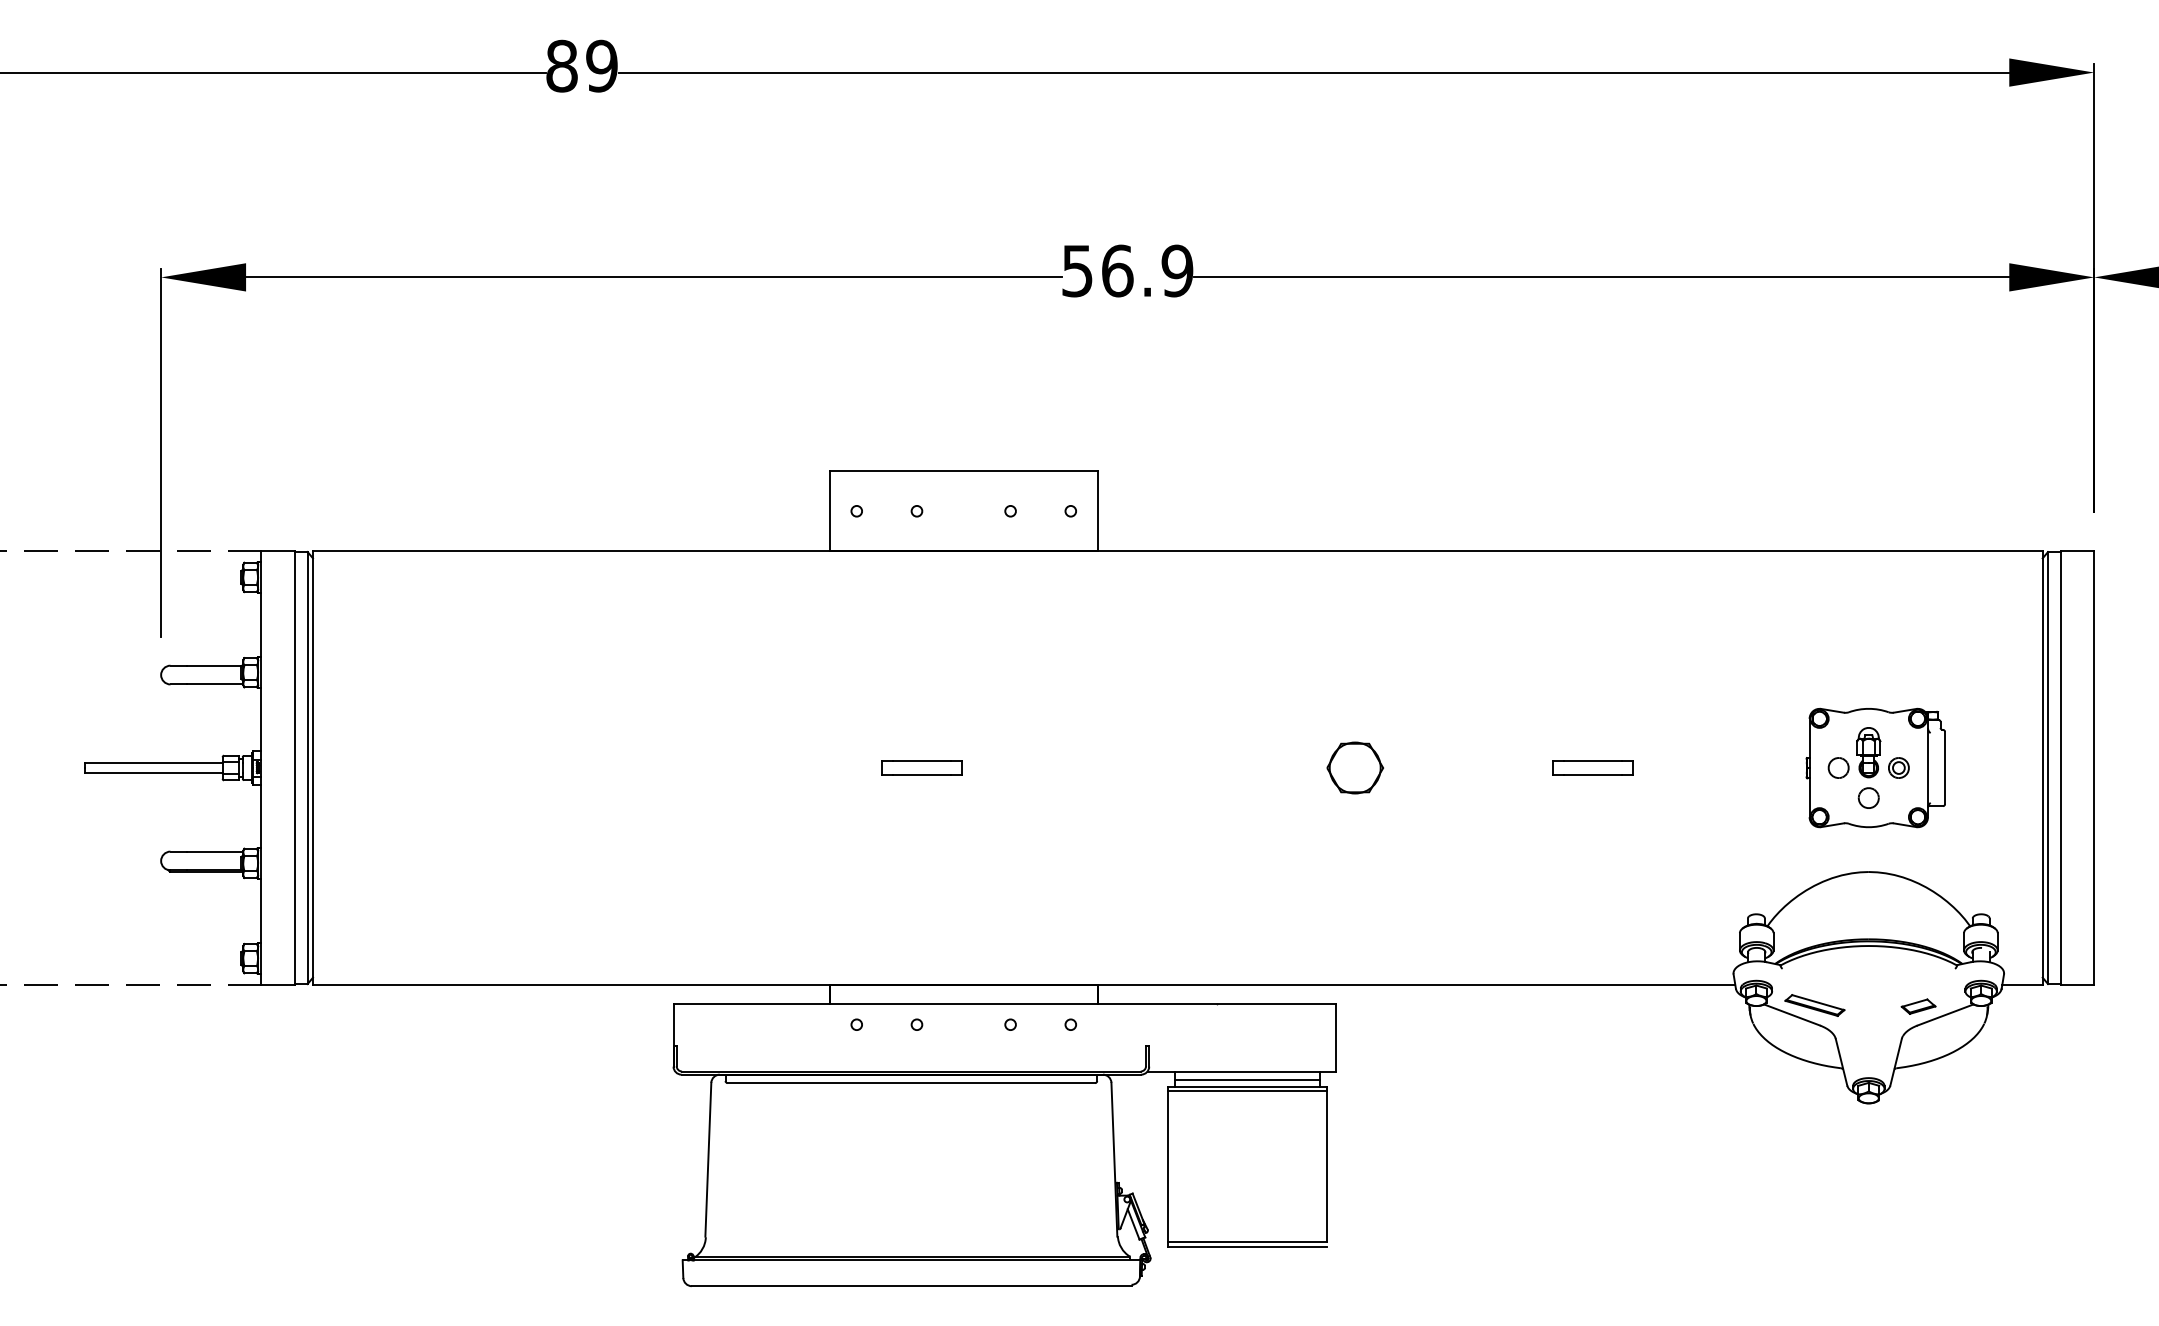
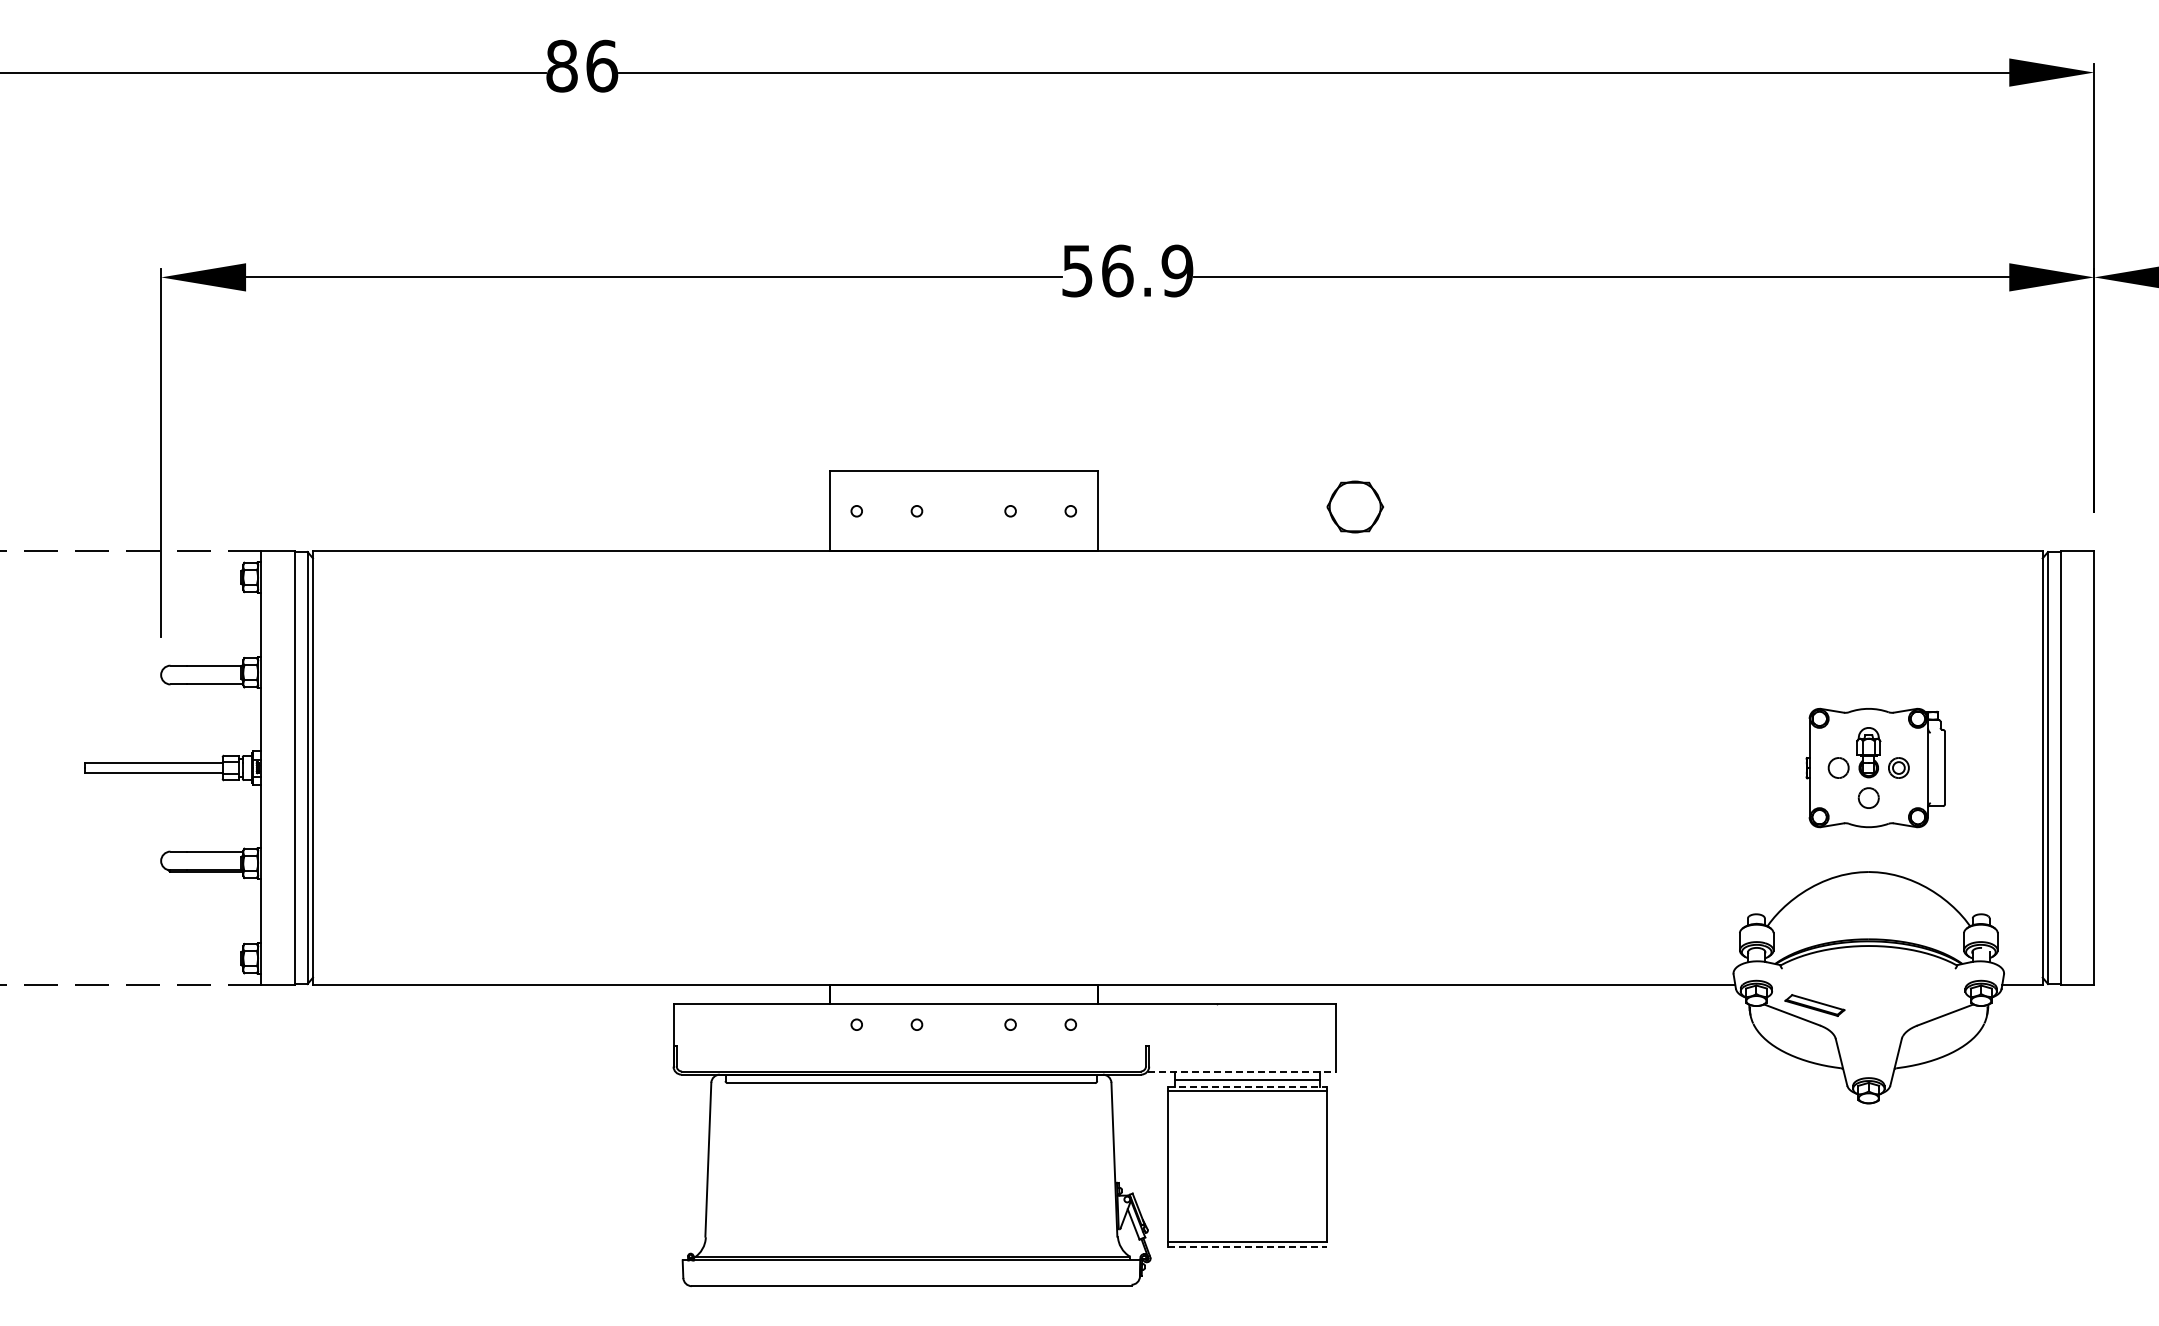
text at (602, 65): 89 -> 86
part at (921, 767): present -> none
part at (1355, 767) position: (1355, 767) -> (1355, 506)
part at (1592, 767): present -> none
part at (1918, 1006): present -> none
line at (1242, 1071): solid -> dashed
line at (1247, 1086): solid -> dashed
line at (1247, 1246): solid -> dashed
